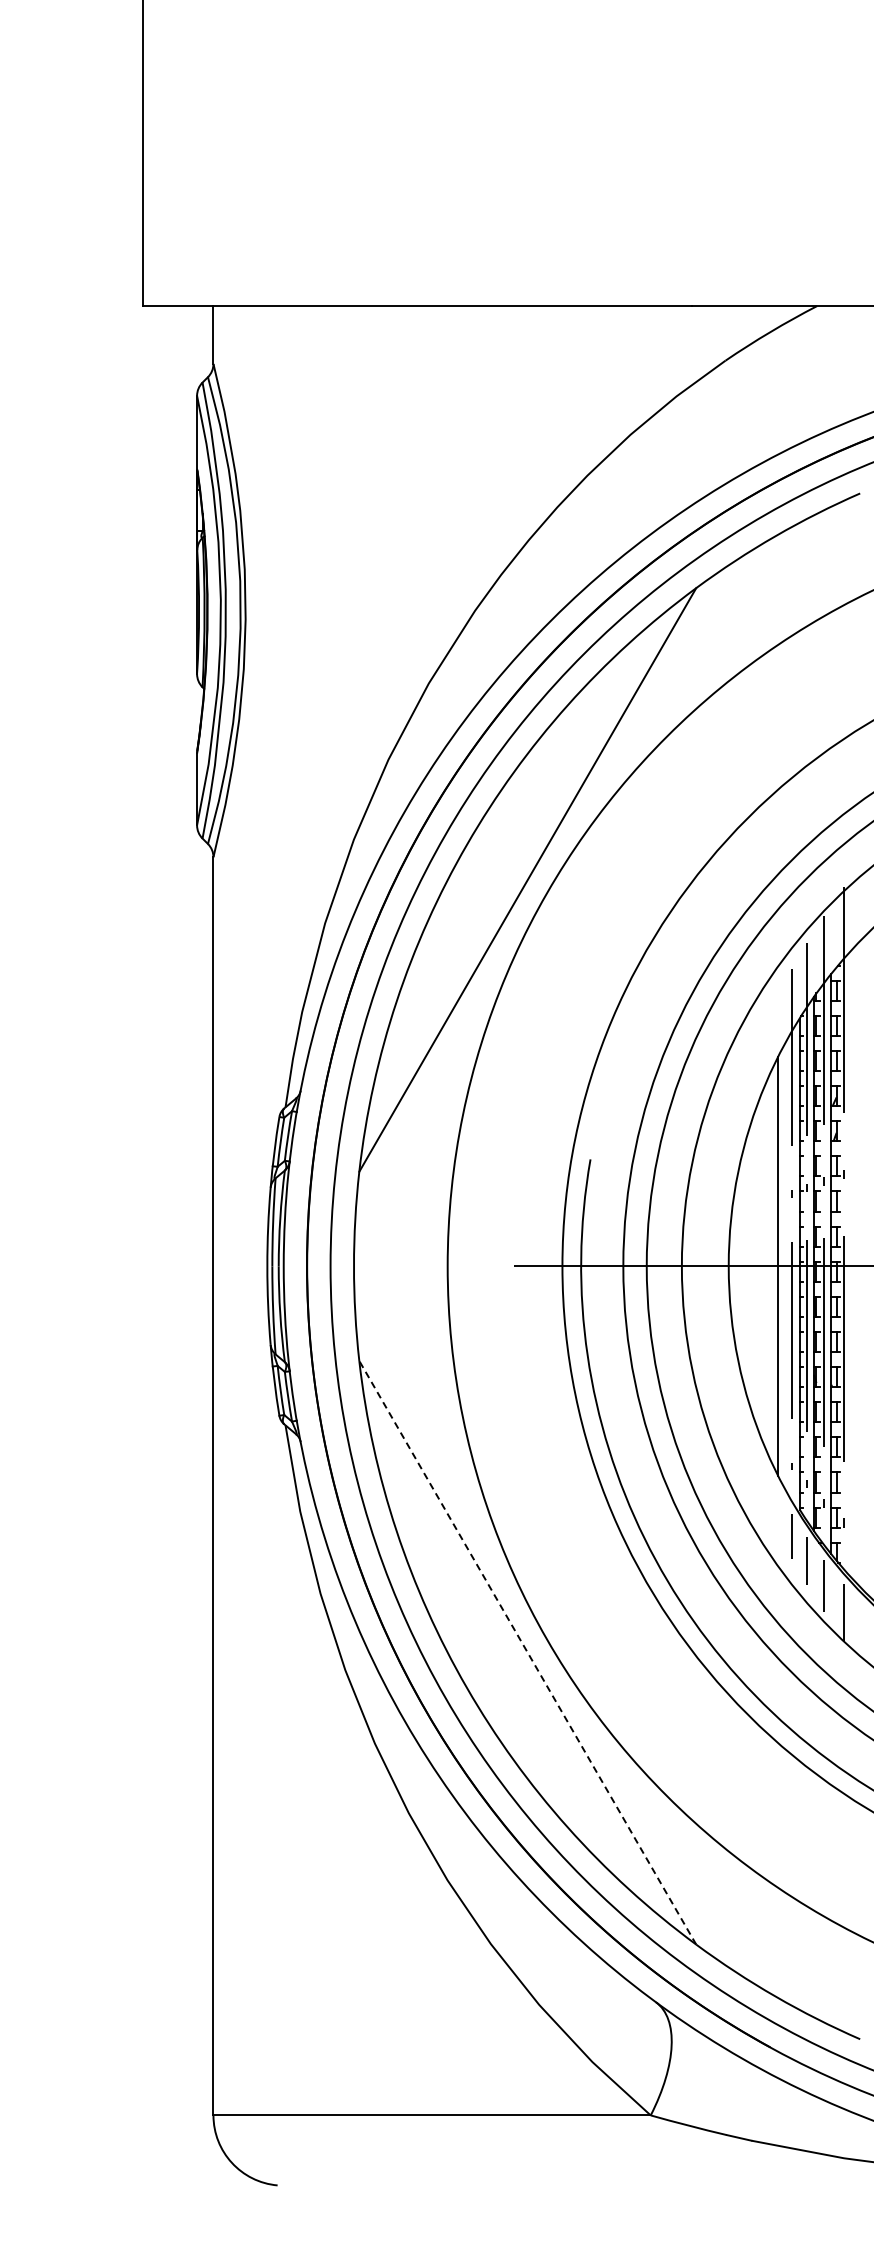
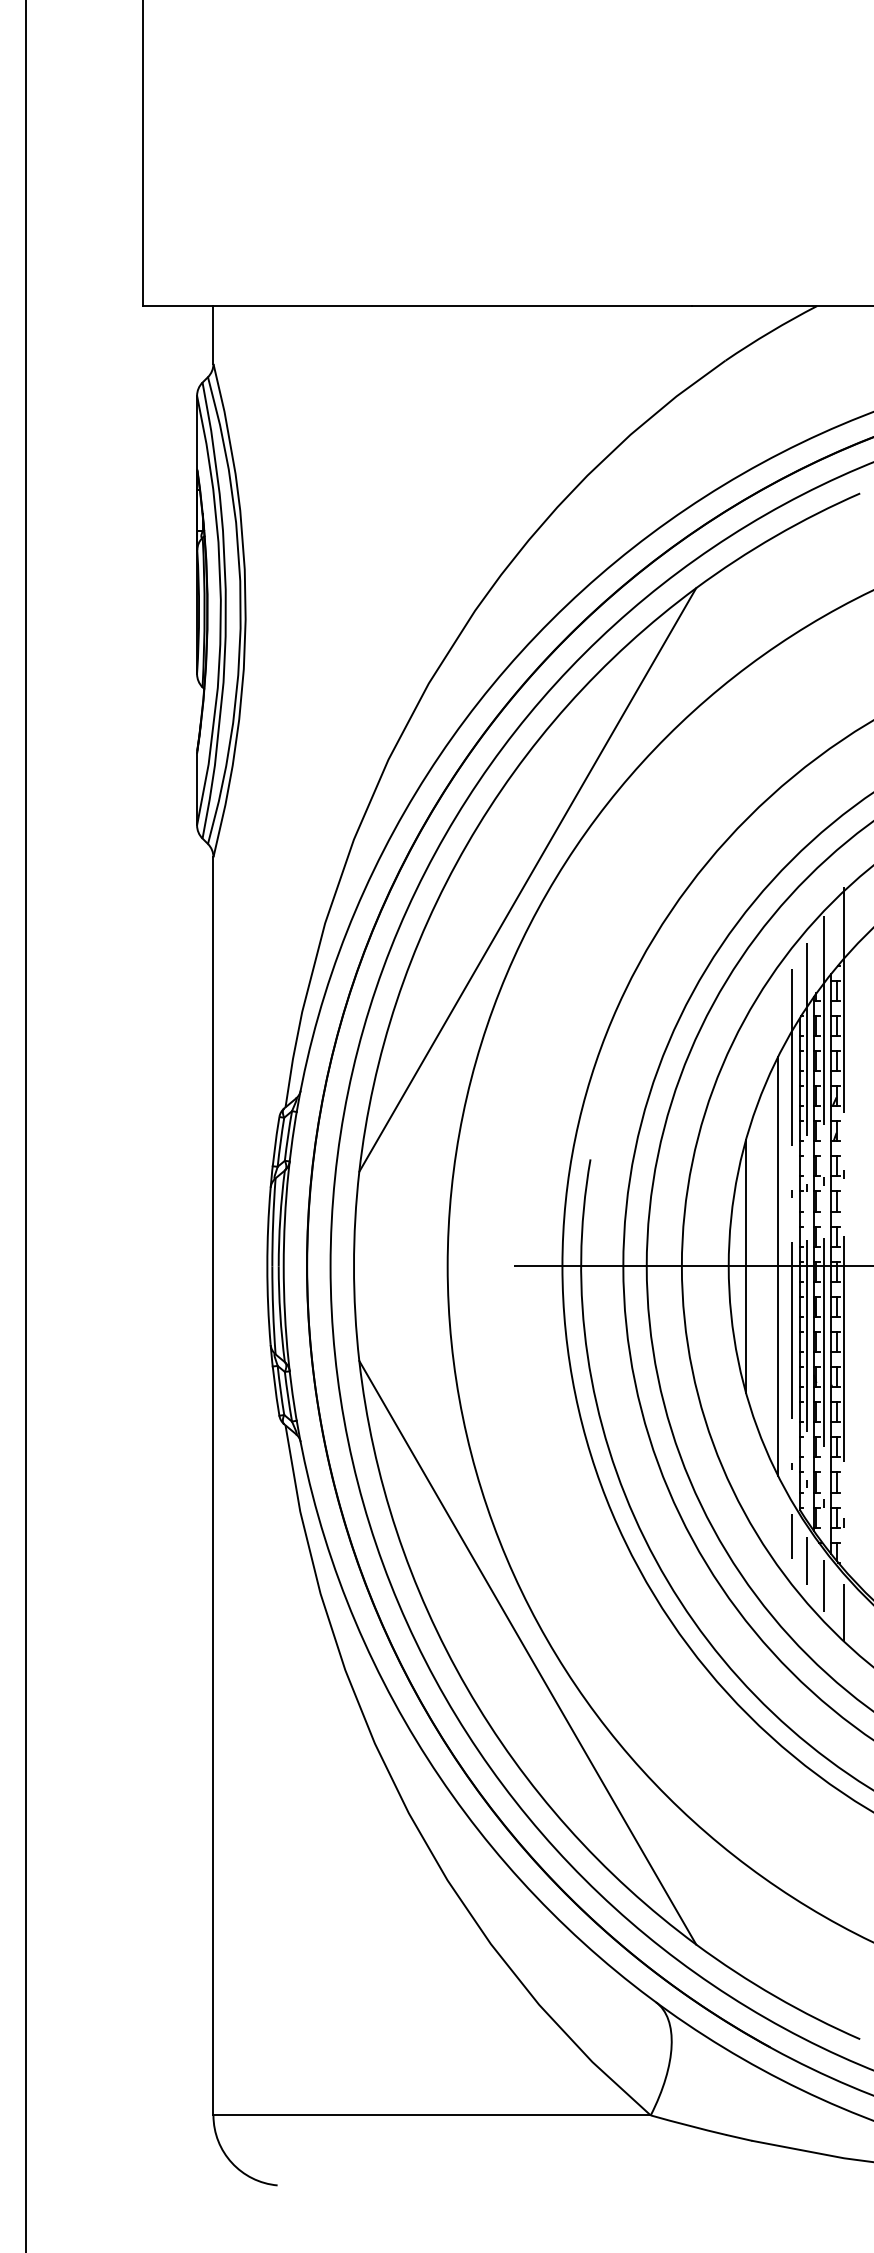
line at (26, 1125): none -> present
line at (746, 1266): none -> present
line at (527, 1652): dashed -> solid
